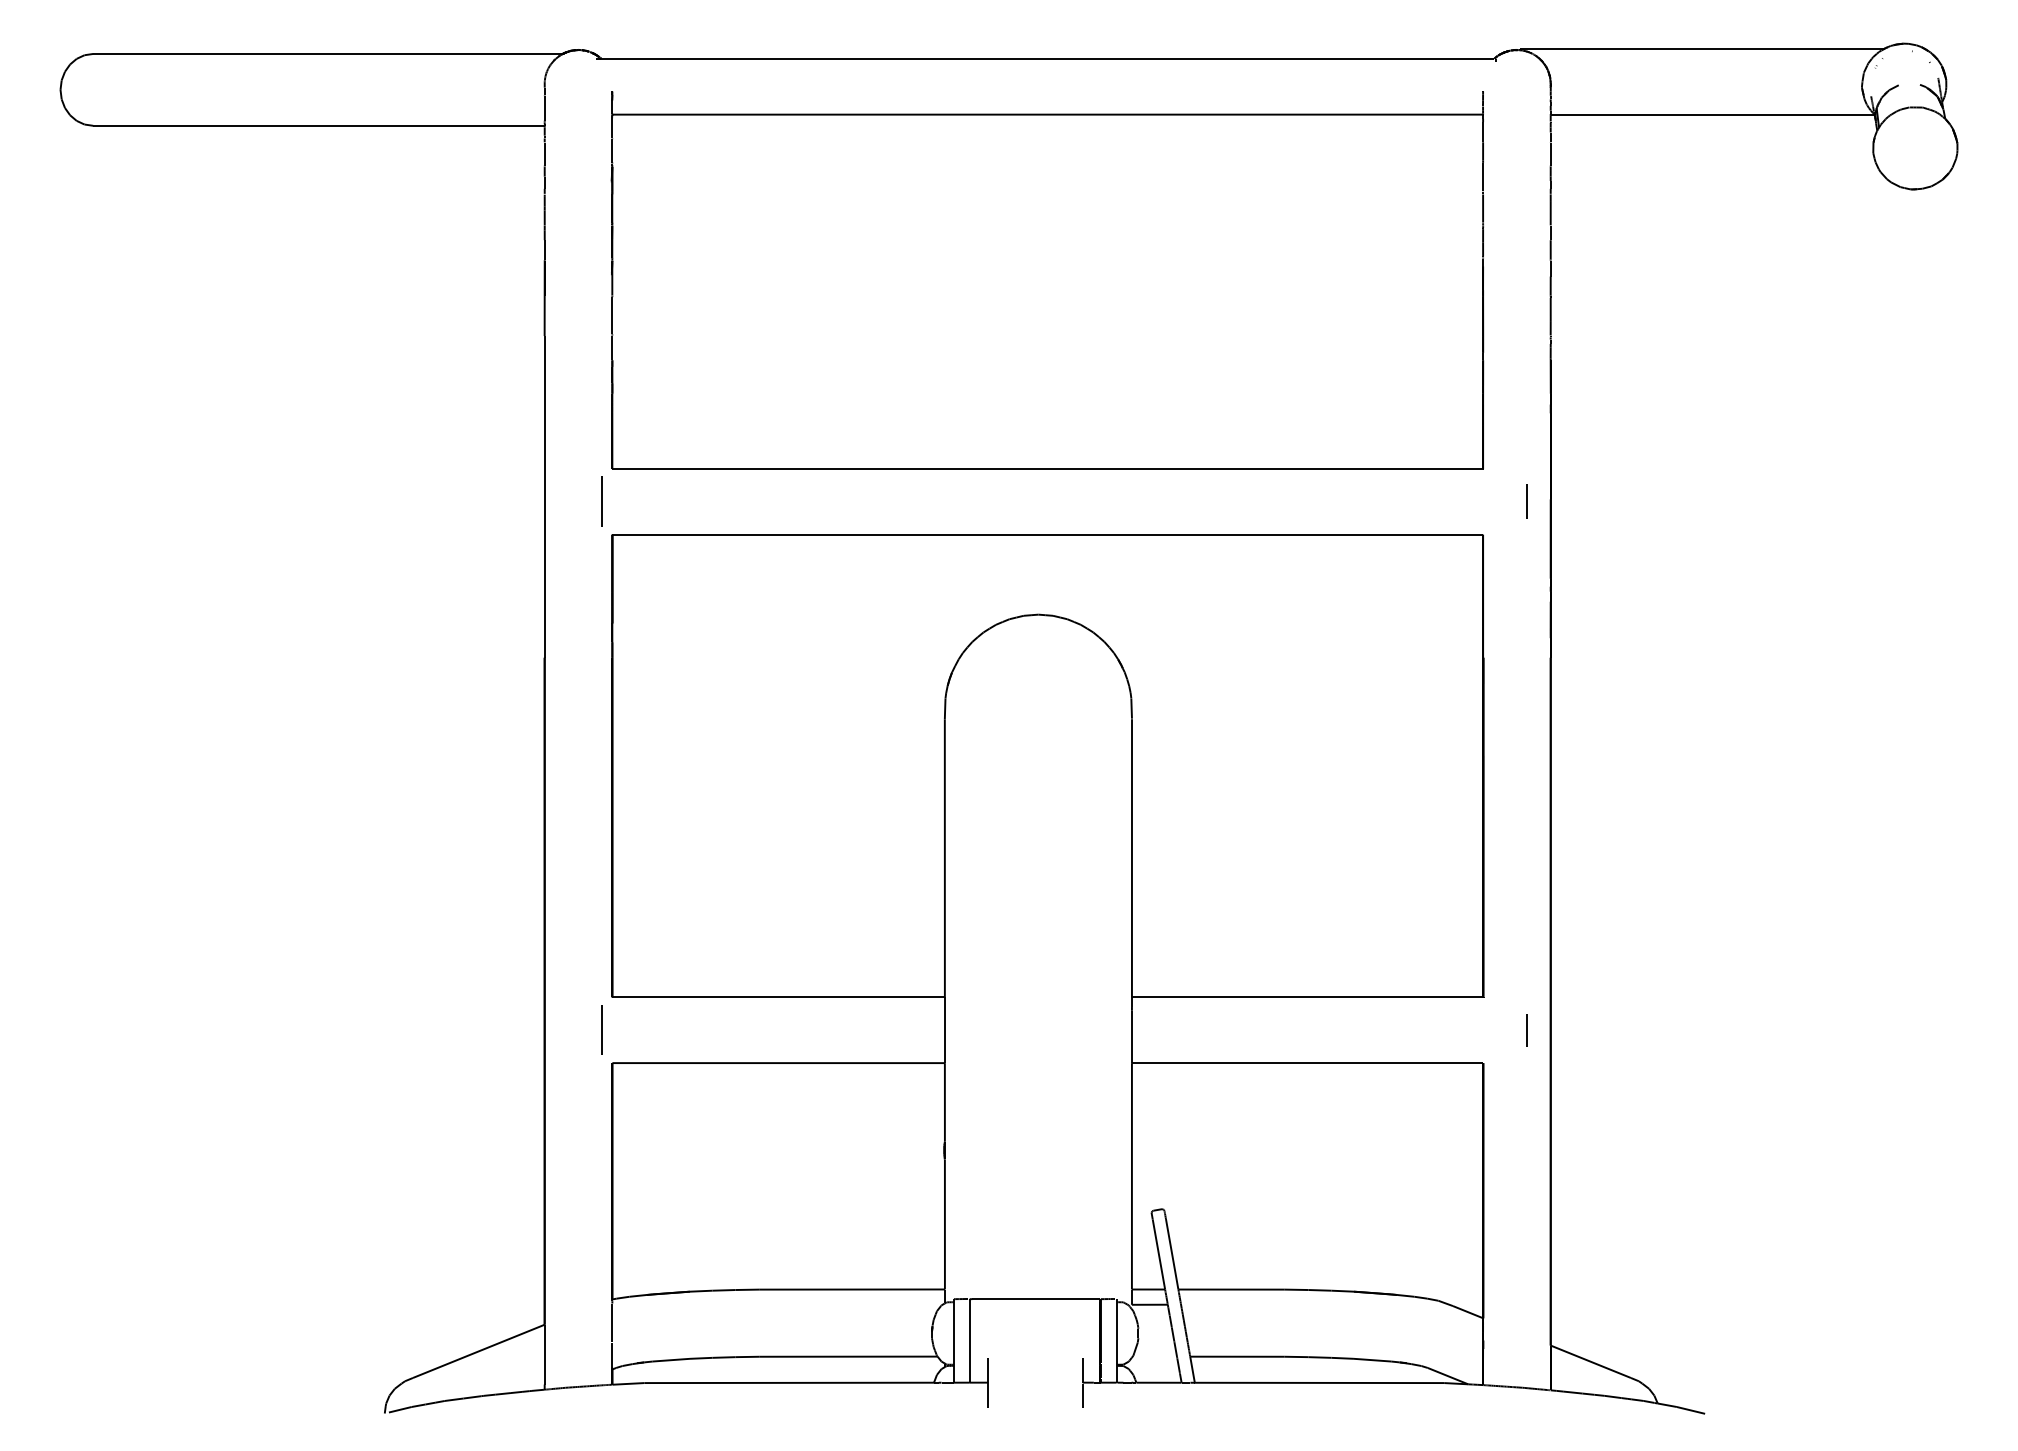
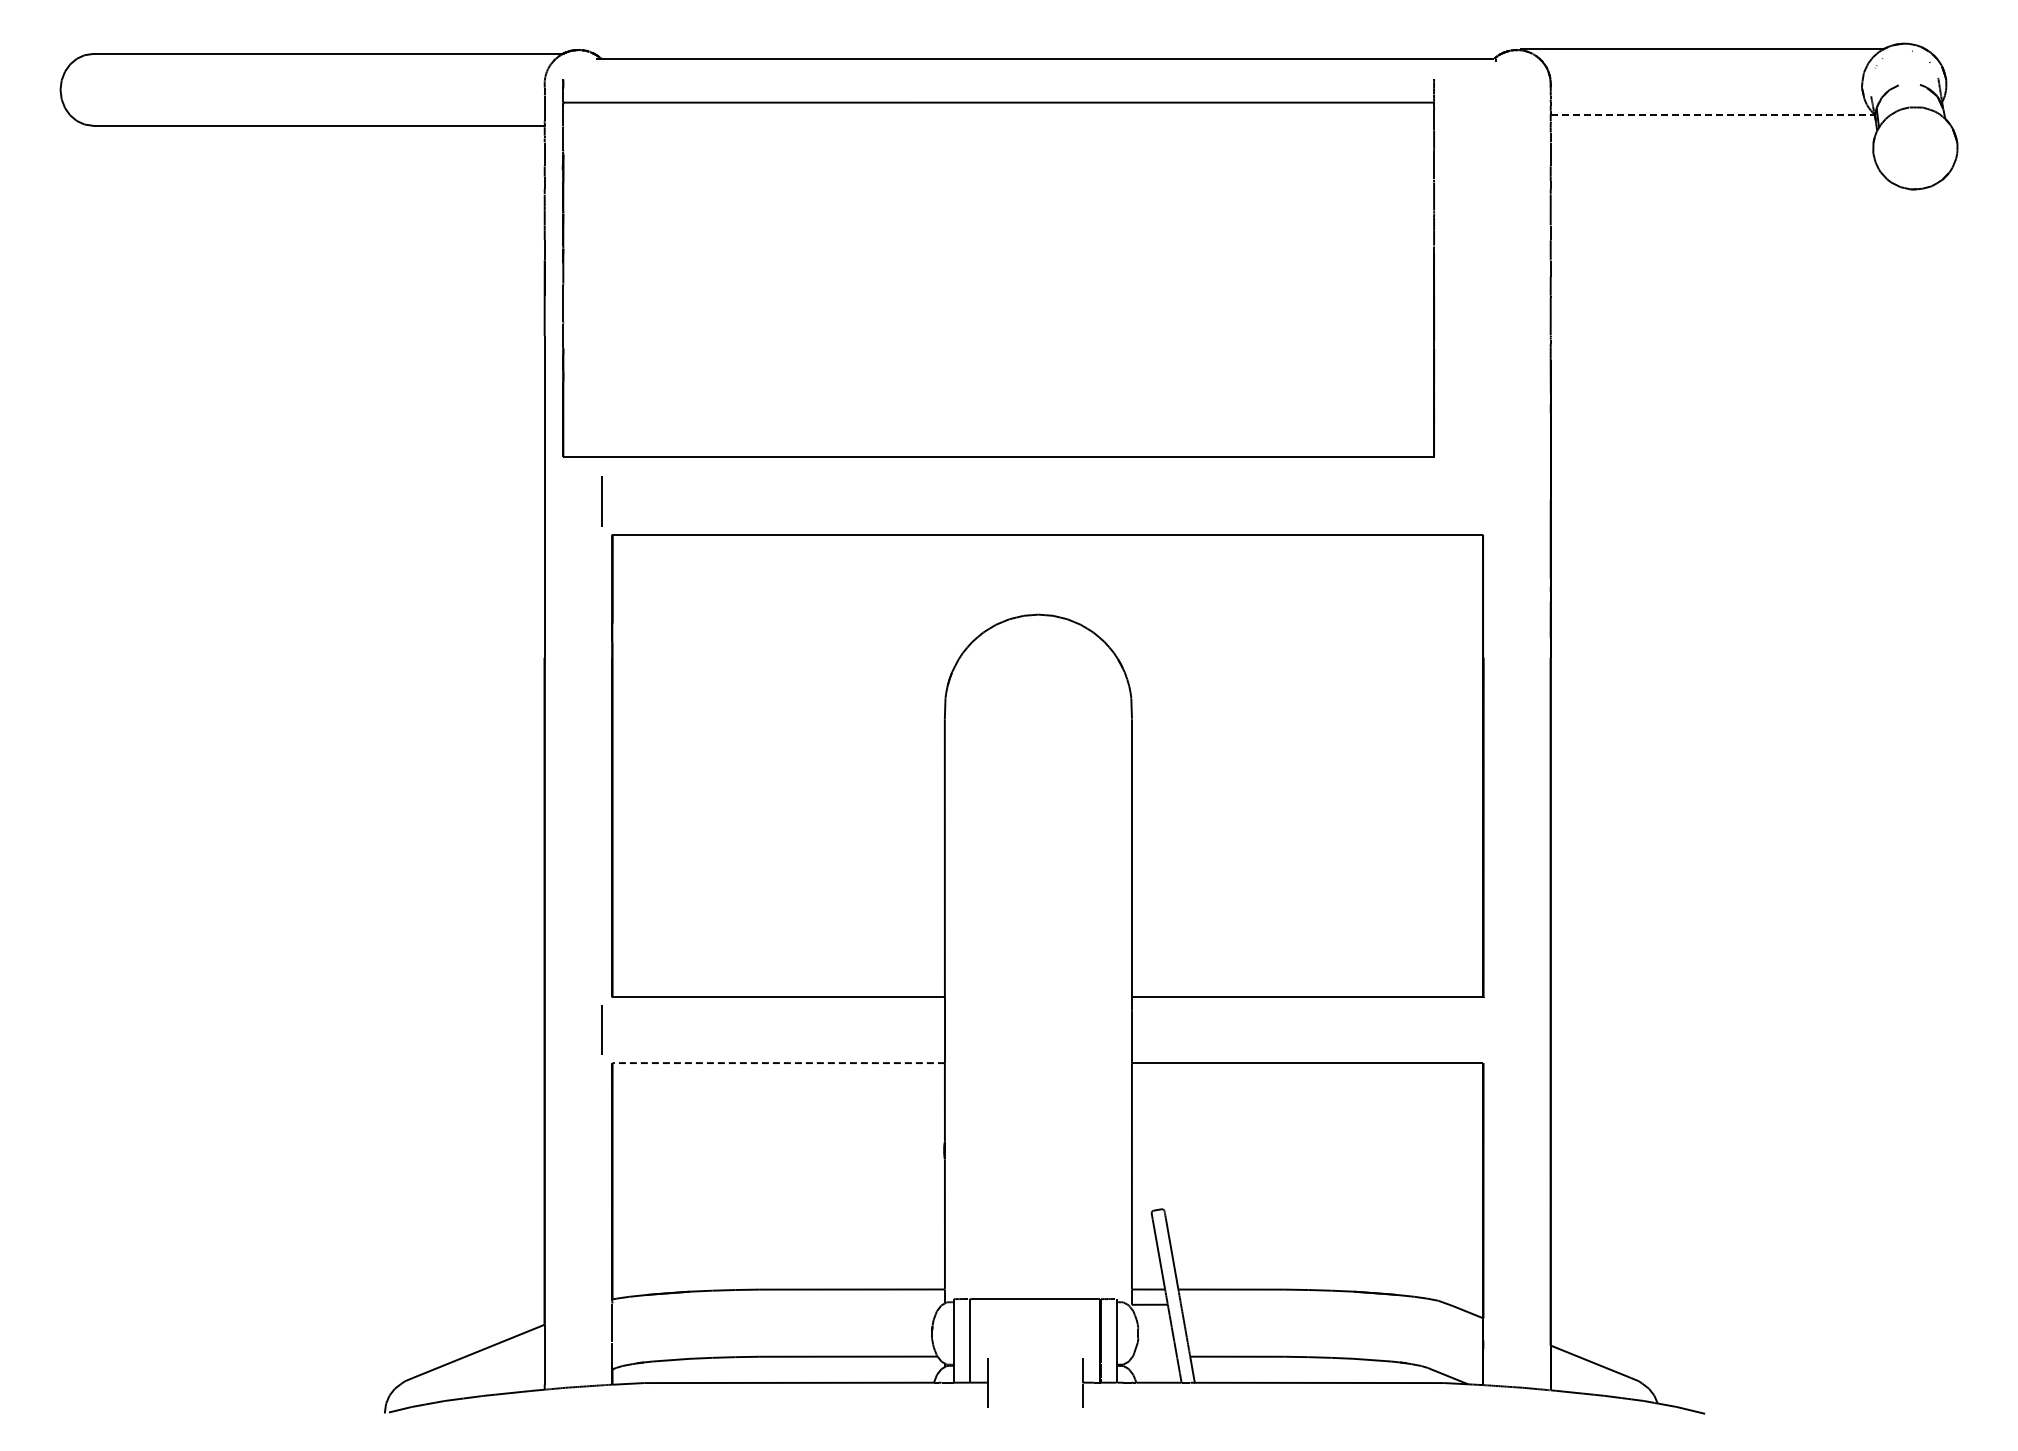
line at (1712, 115): solid -> dashed
part at (1047, 280) position: (1047, 280) -> (998, 268)
line at (1526, 501): present -> none
line at (1526, 1030): present -> none
line at (778, 1063): solid -> dashed
